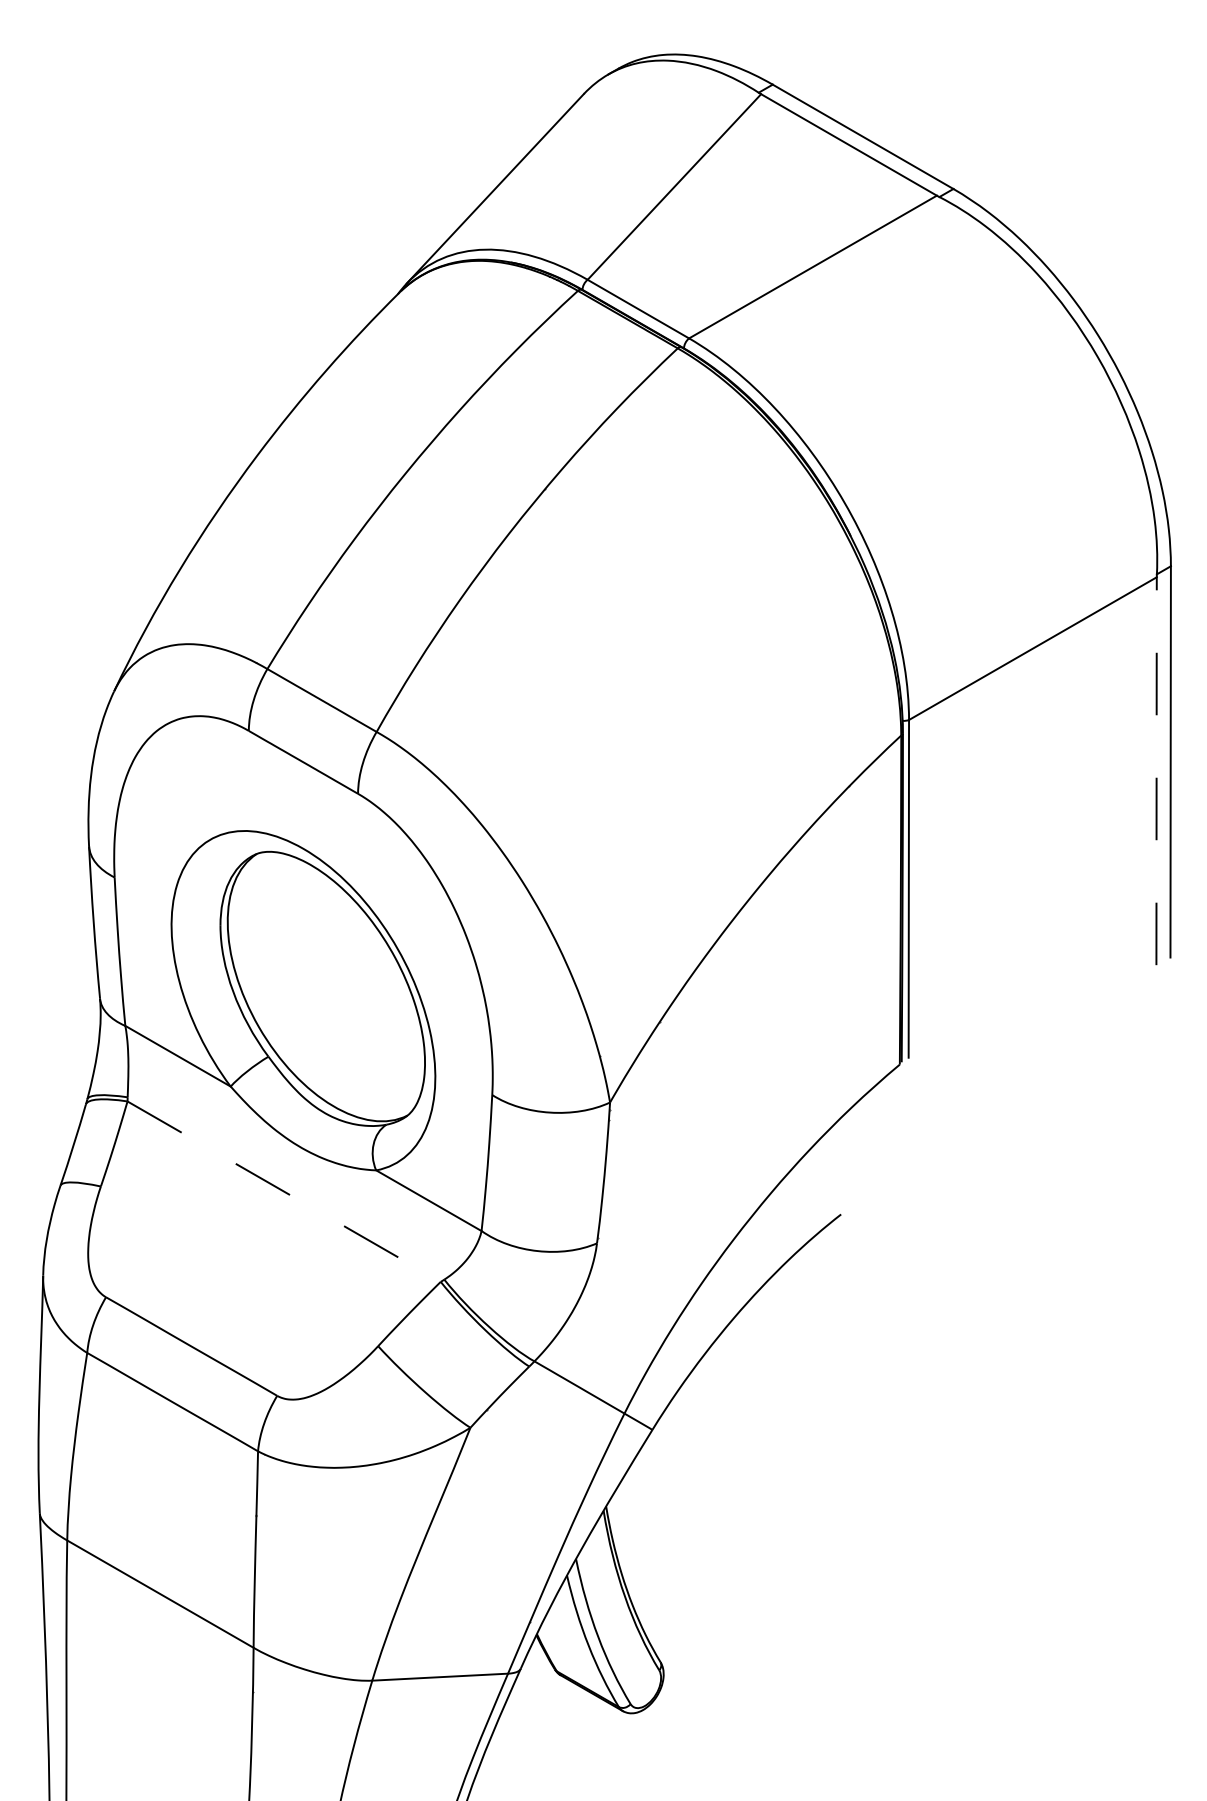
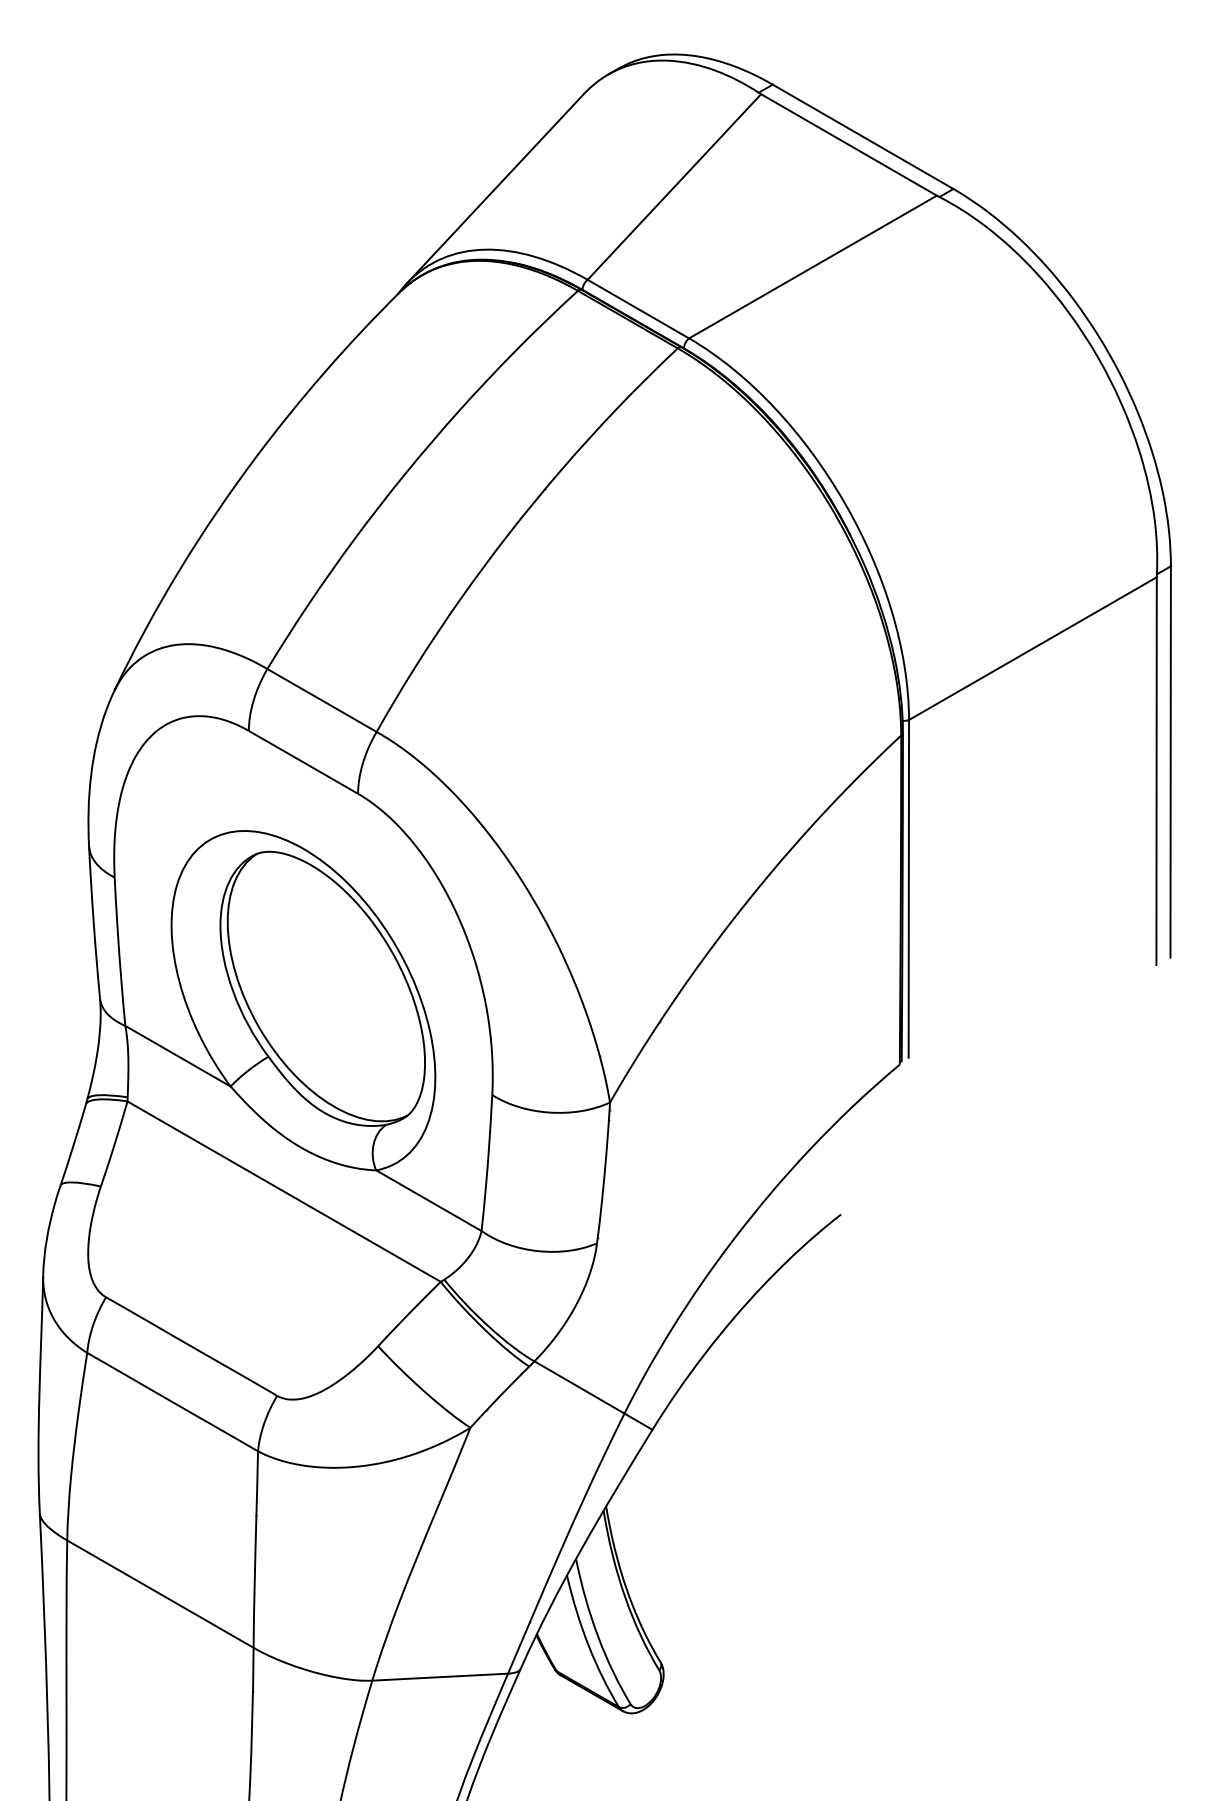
line at (1156, 771): dashed -> solid
line at (284, 1191): dashed -> solid
